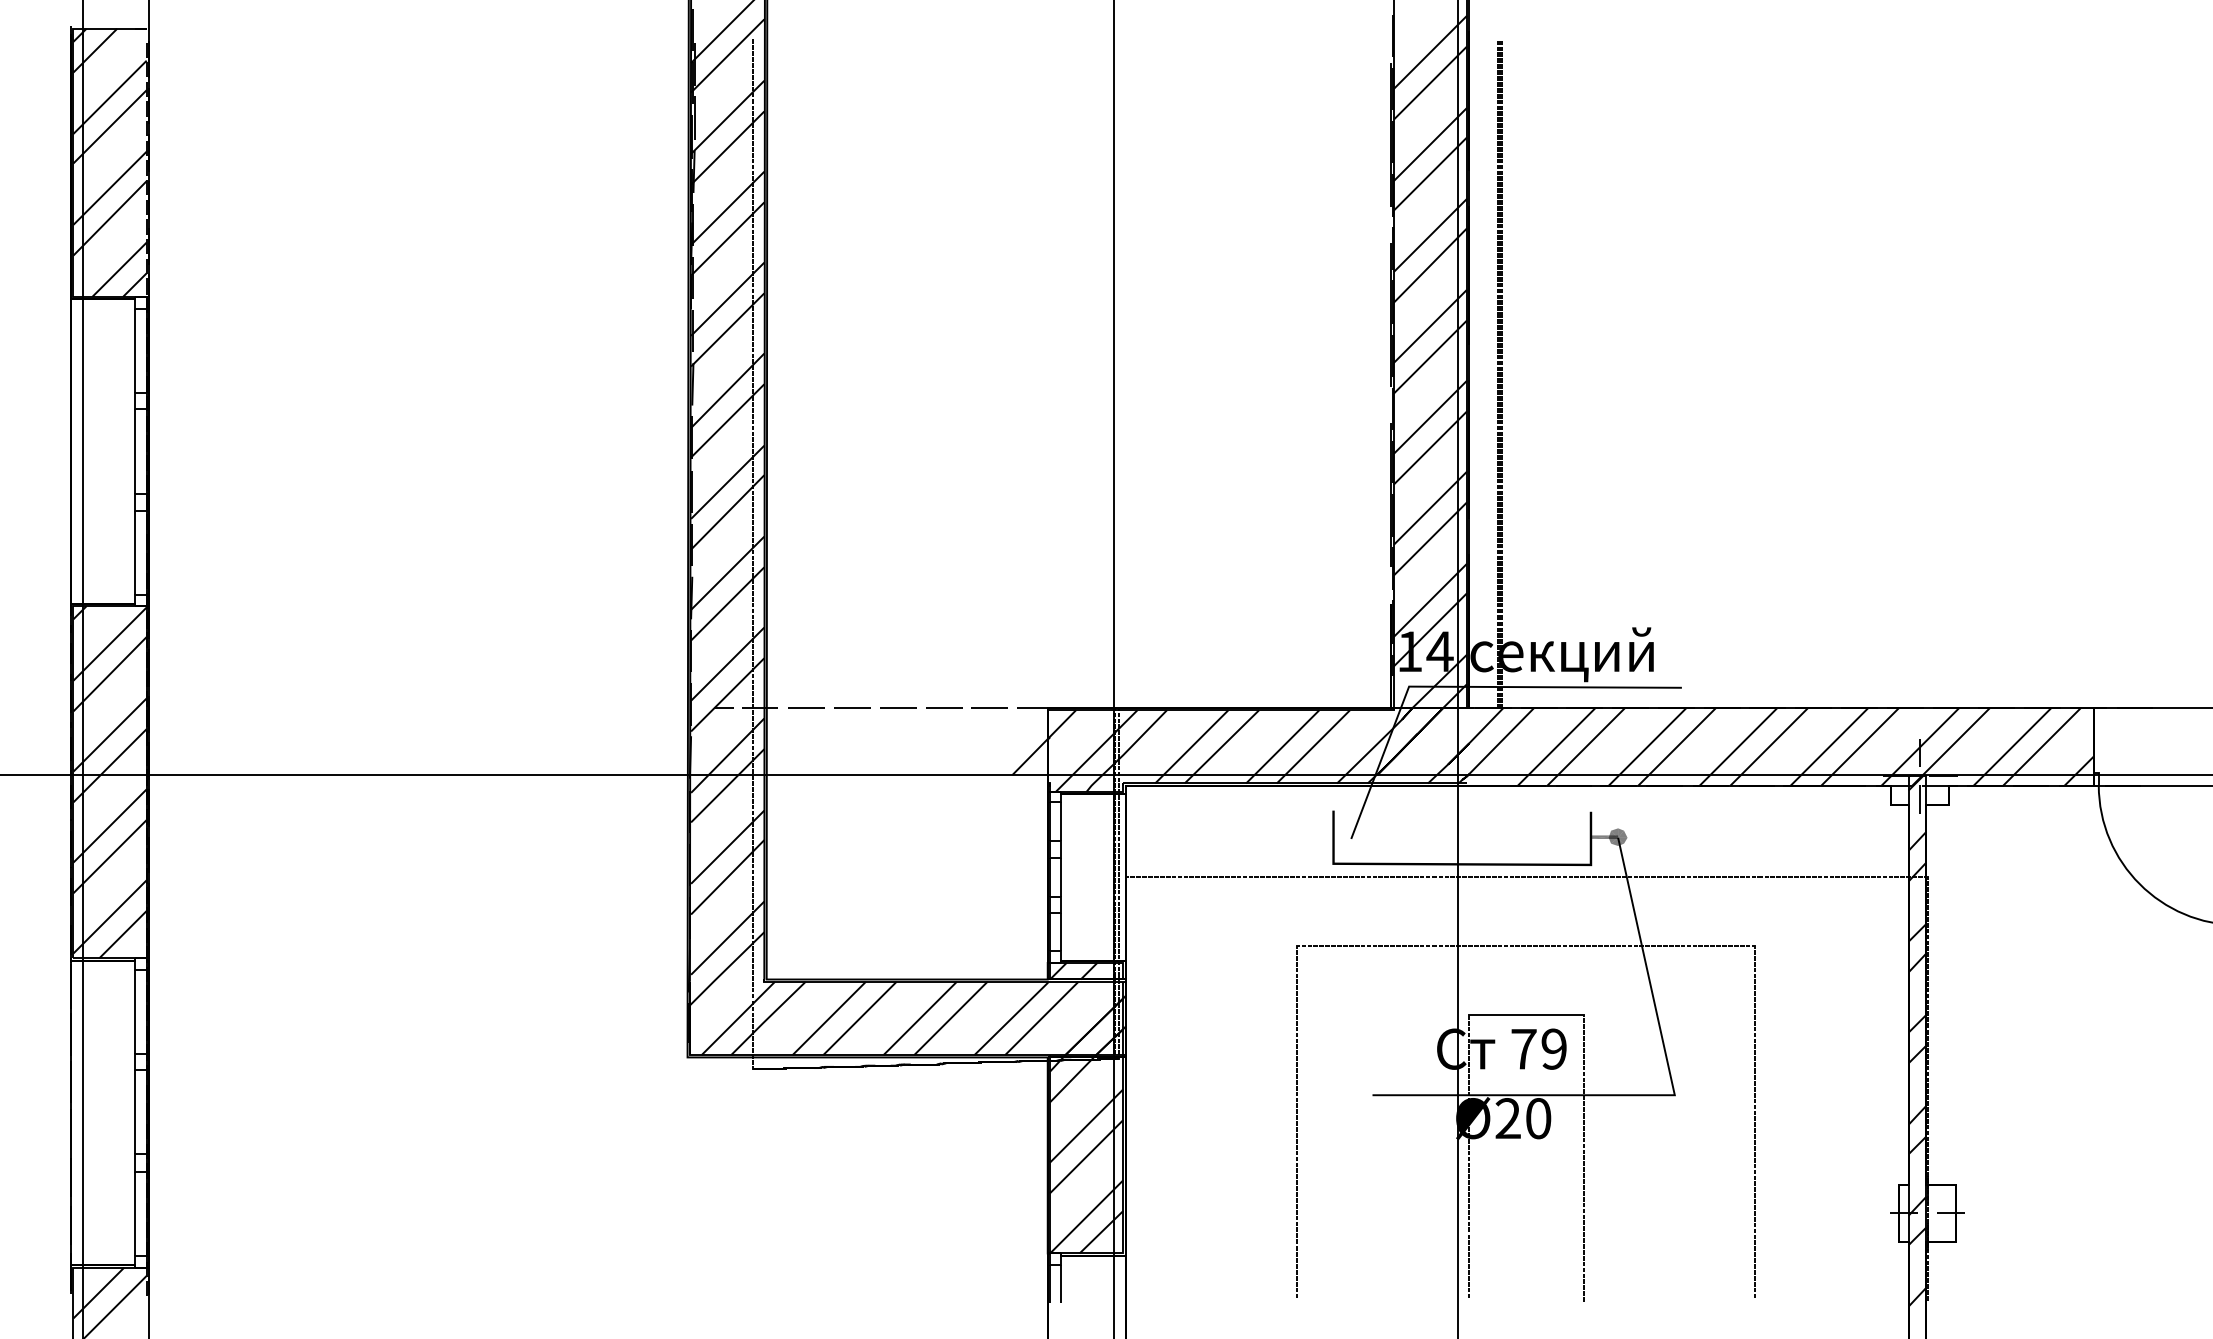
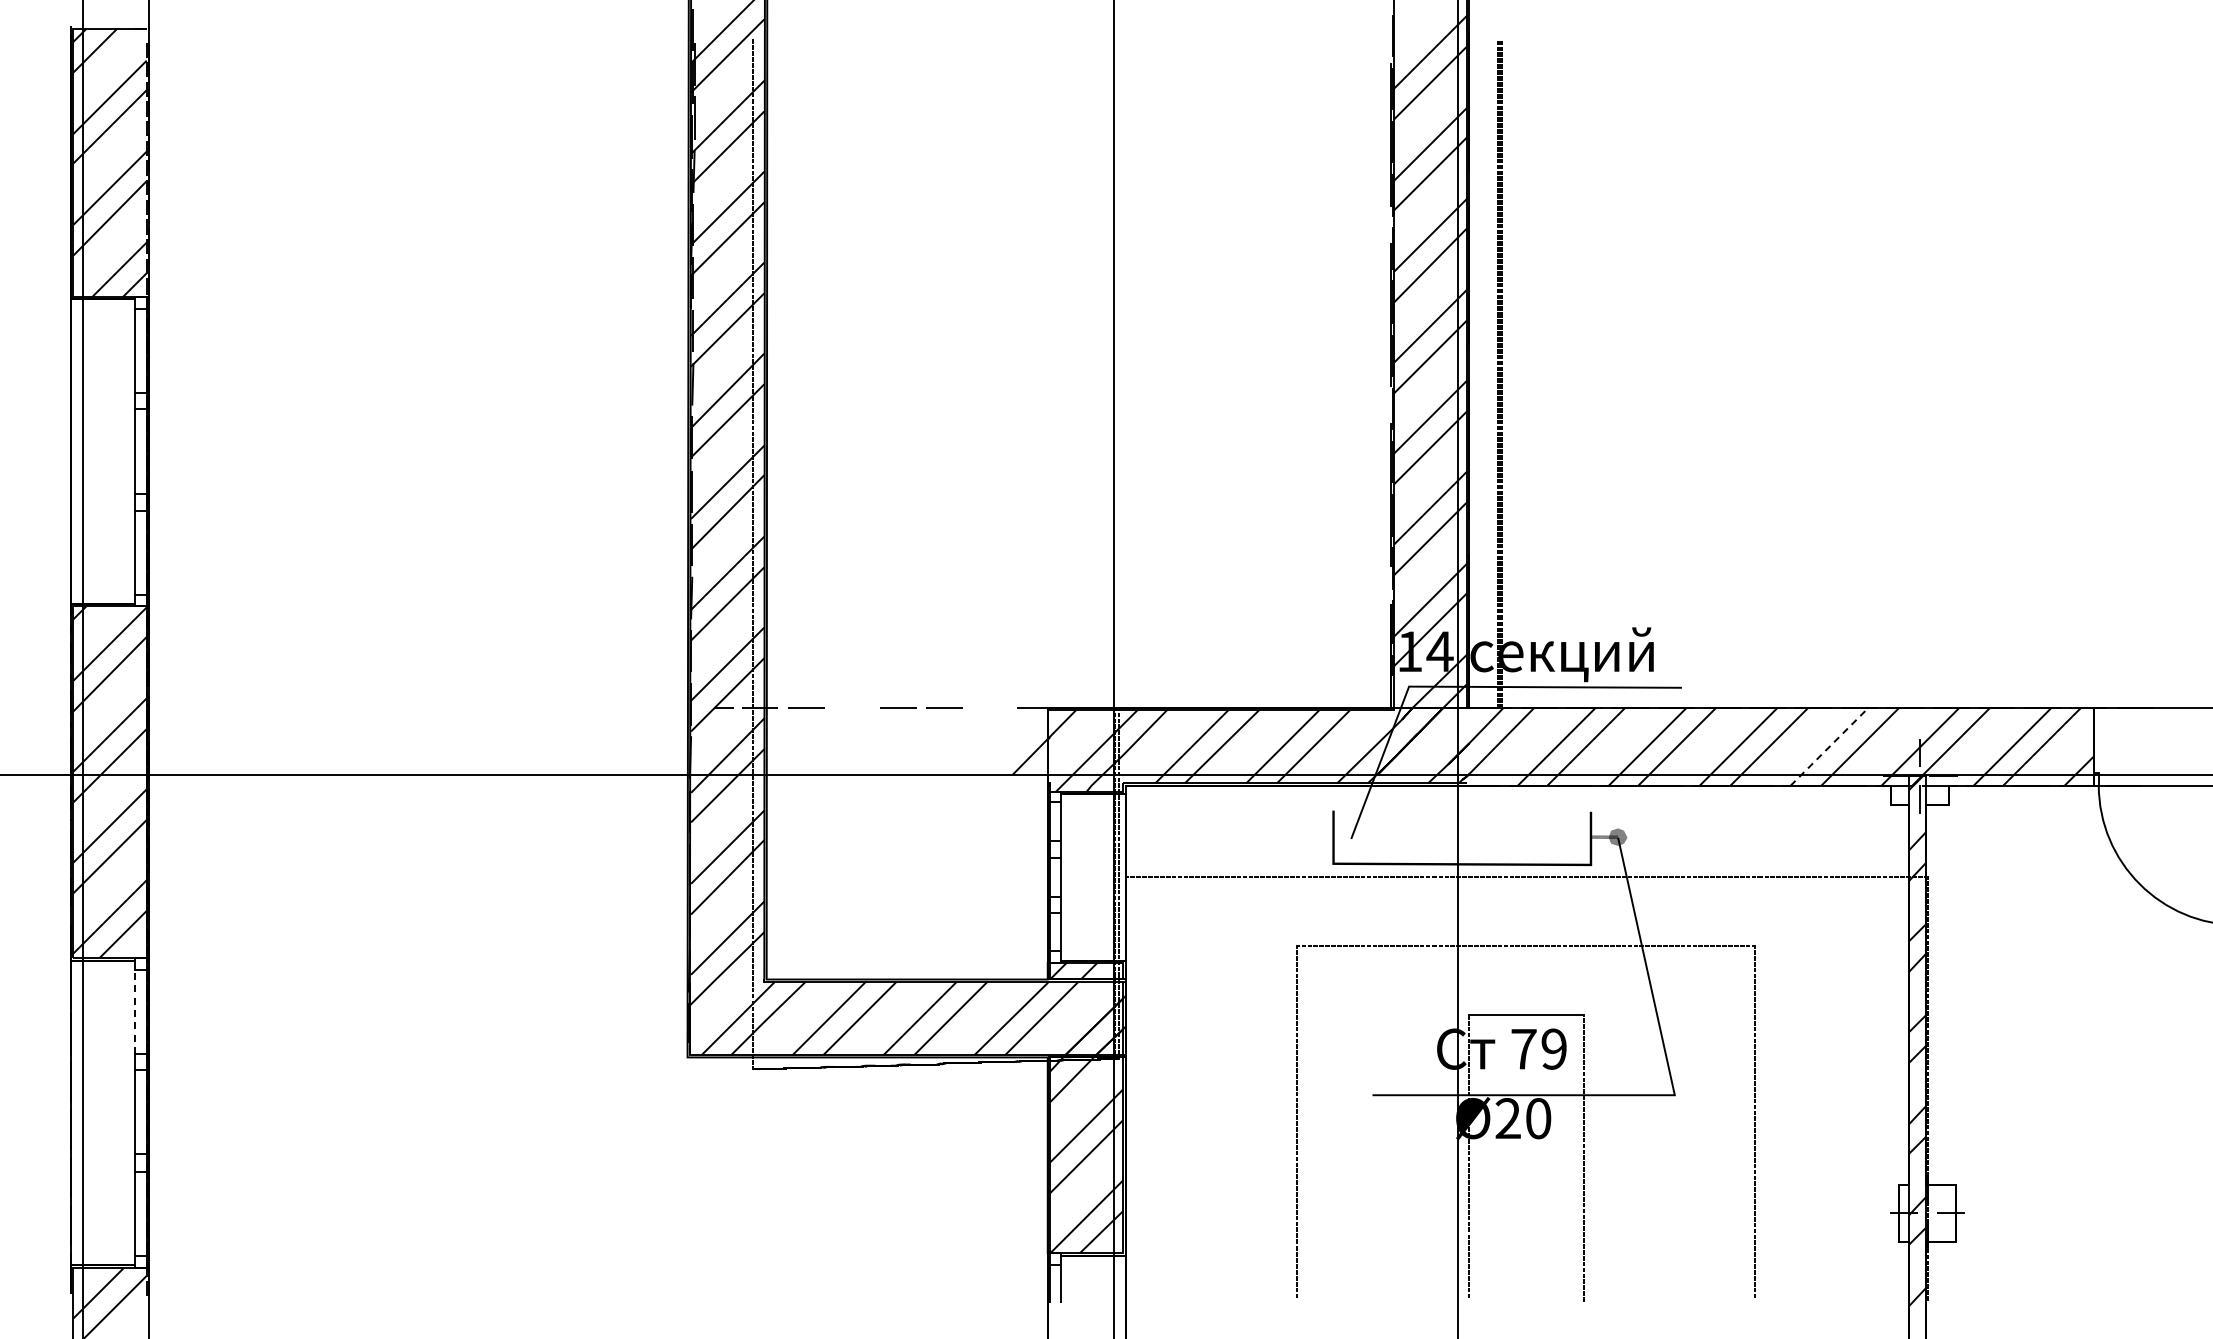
line at (852, 707): present -> none
line at (989, 707): present -> none
line at (1829, 746): solid -> dashed
line at (134, 1011): solid -> dashed
